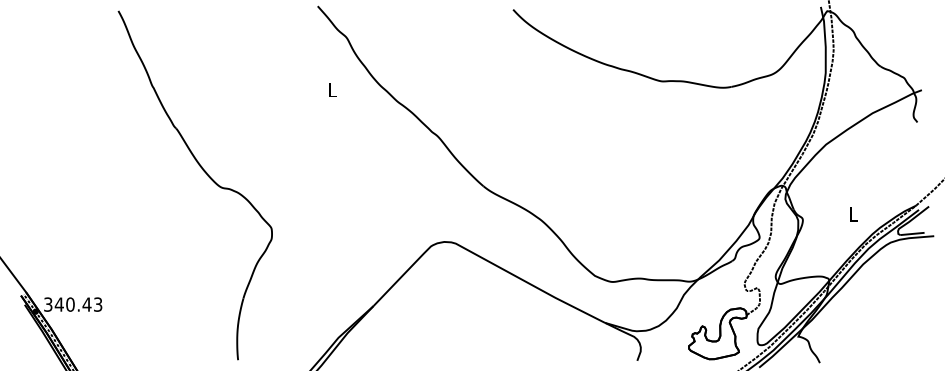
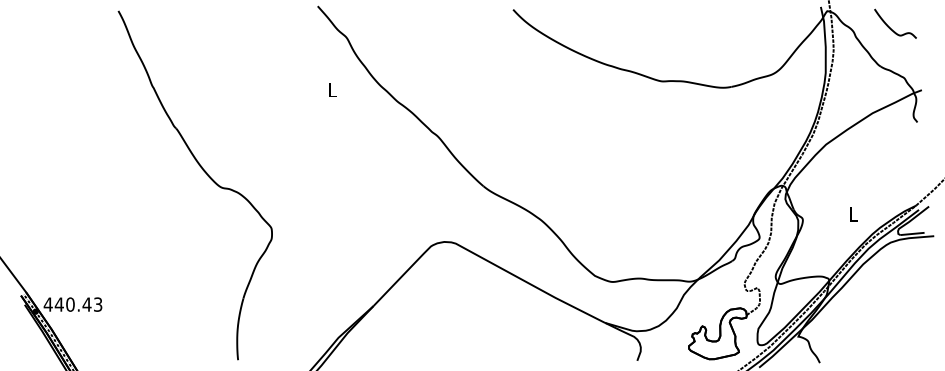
curve at (890, 27): none -> present
text at (47, 304): 340.43 -> 440.43
